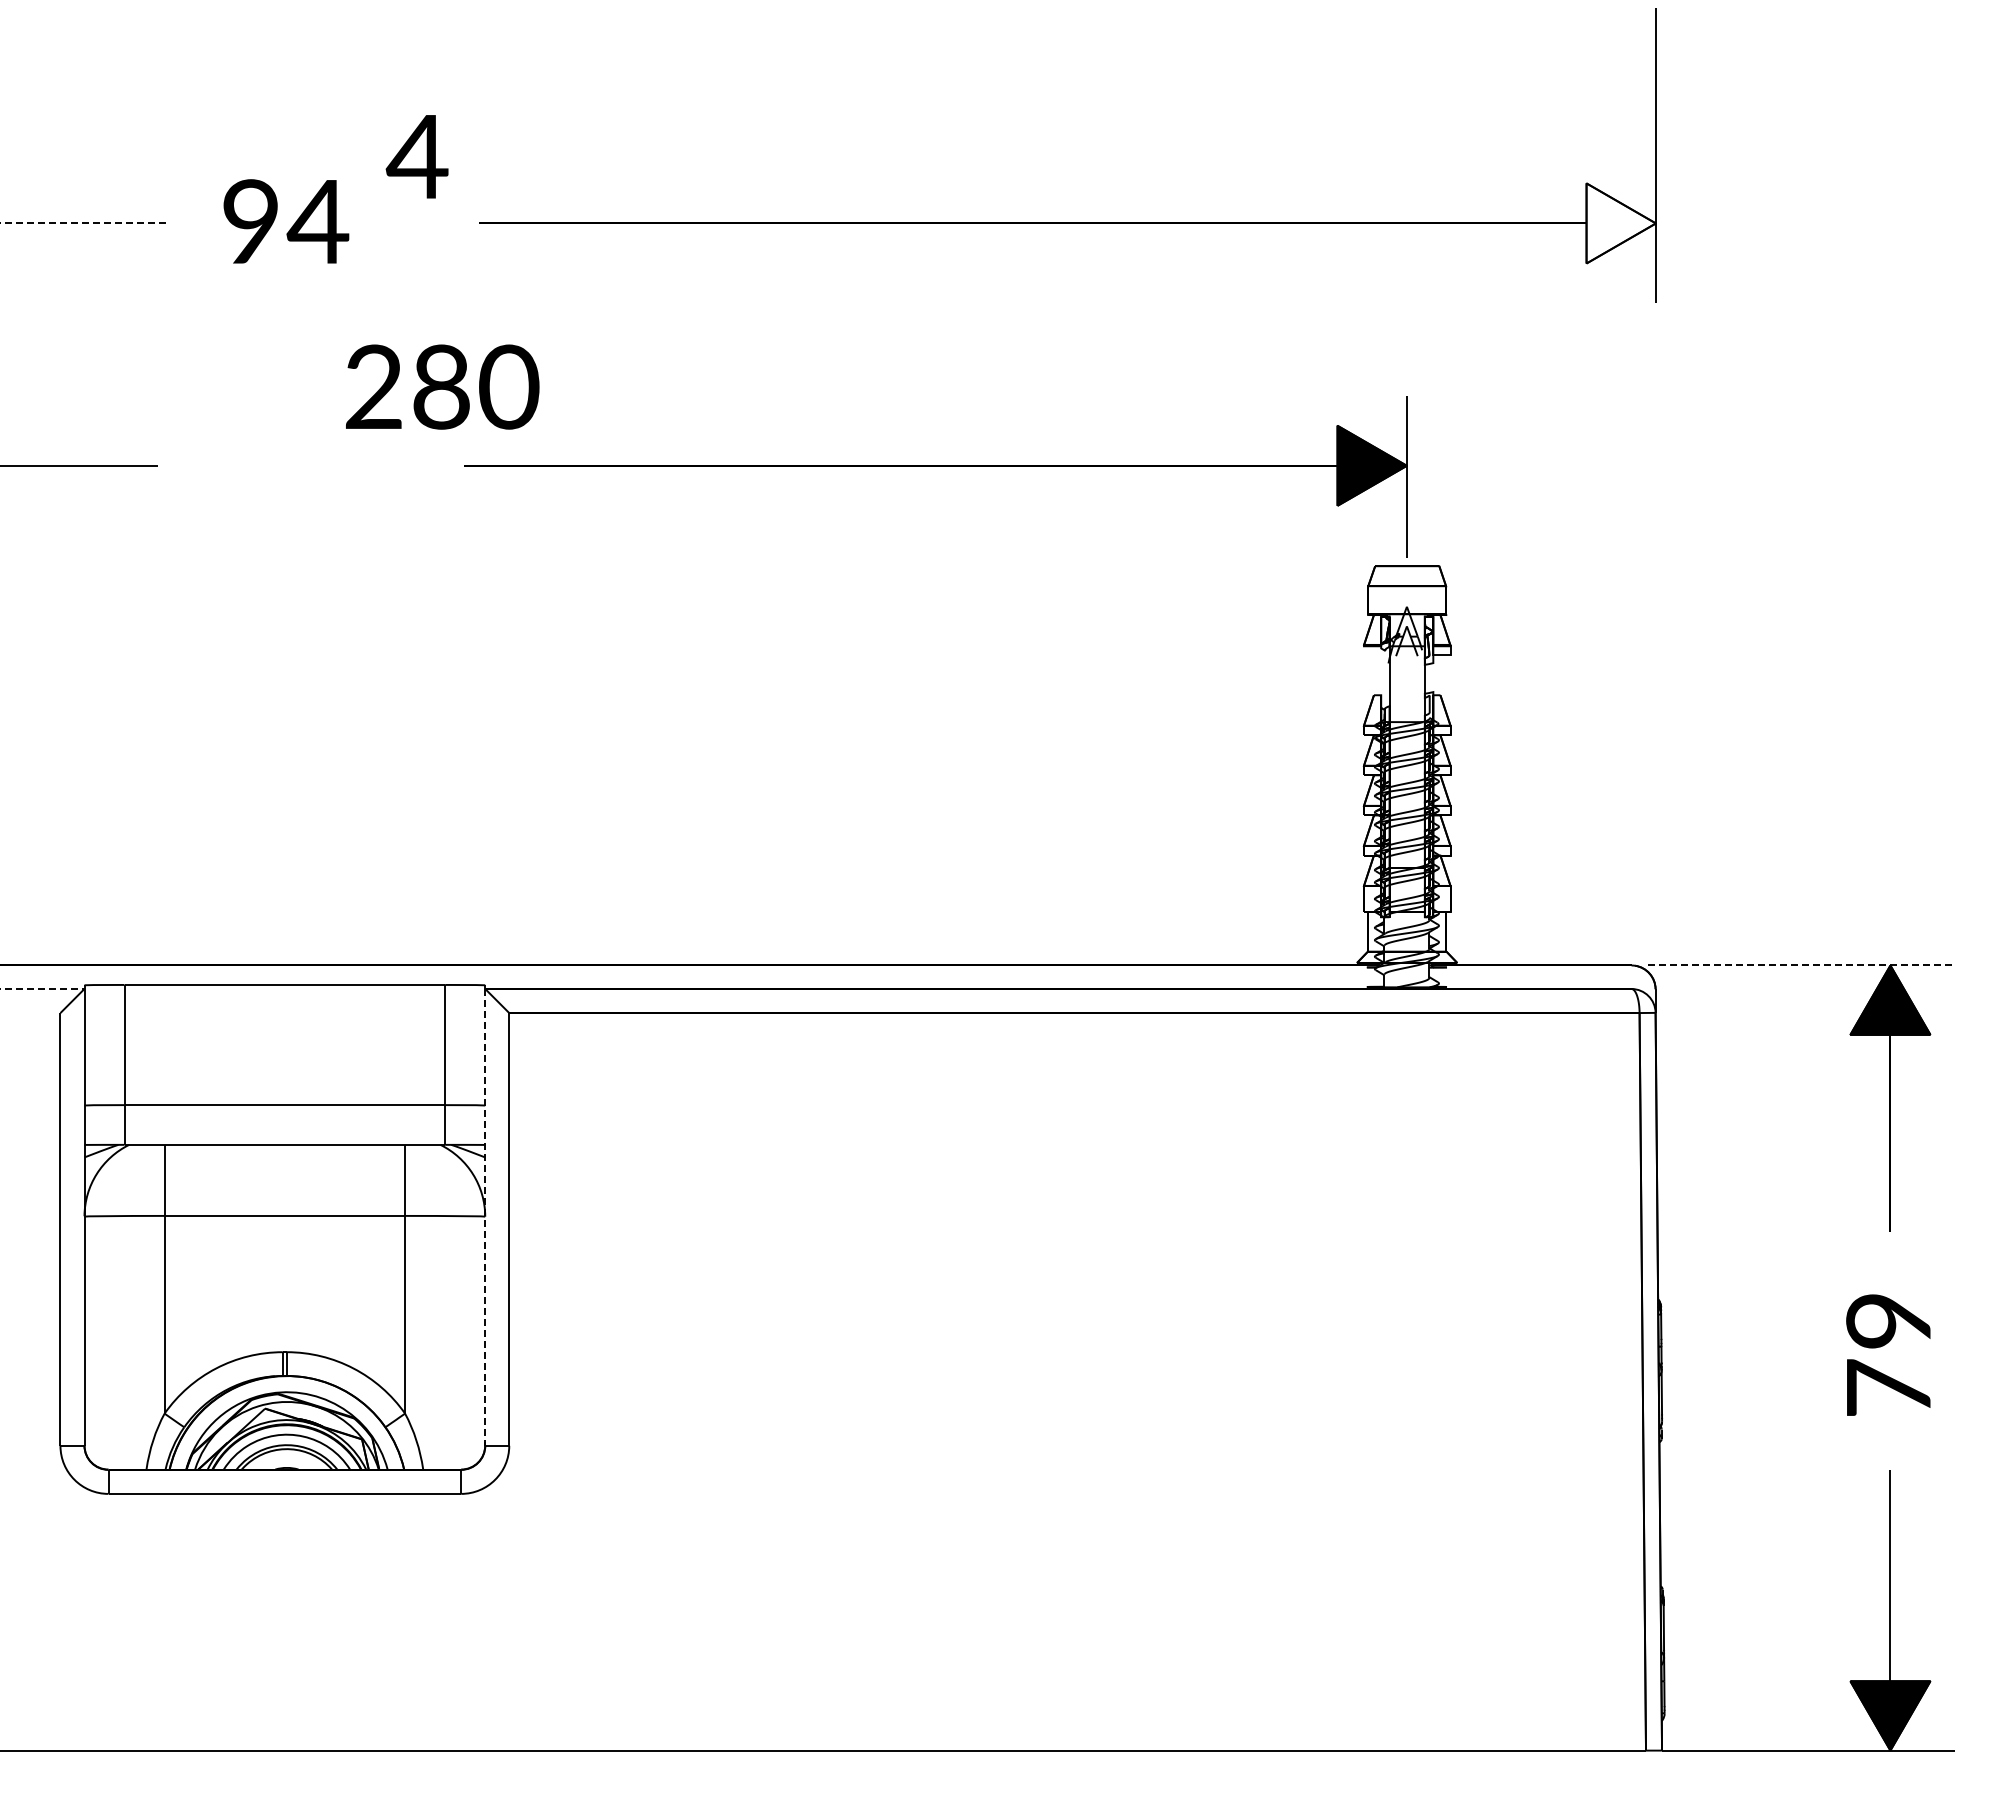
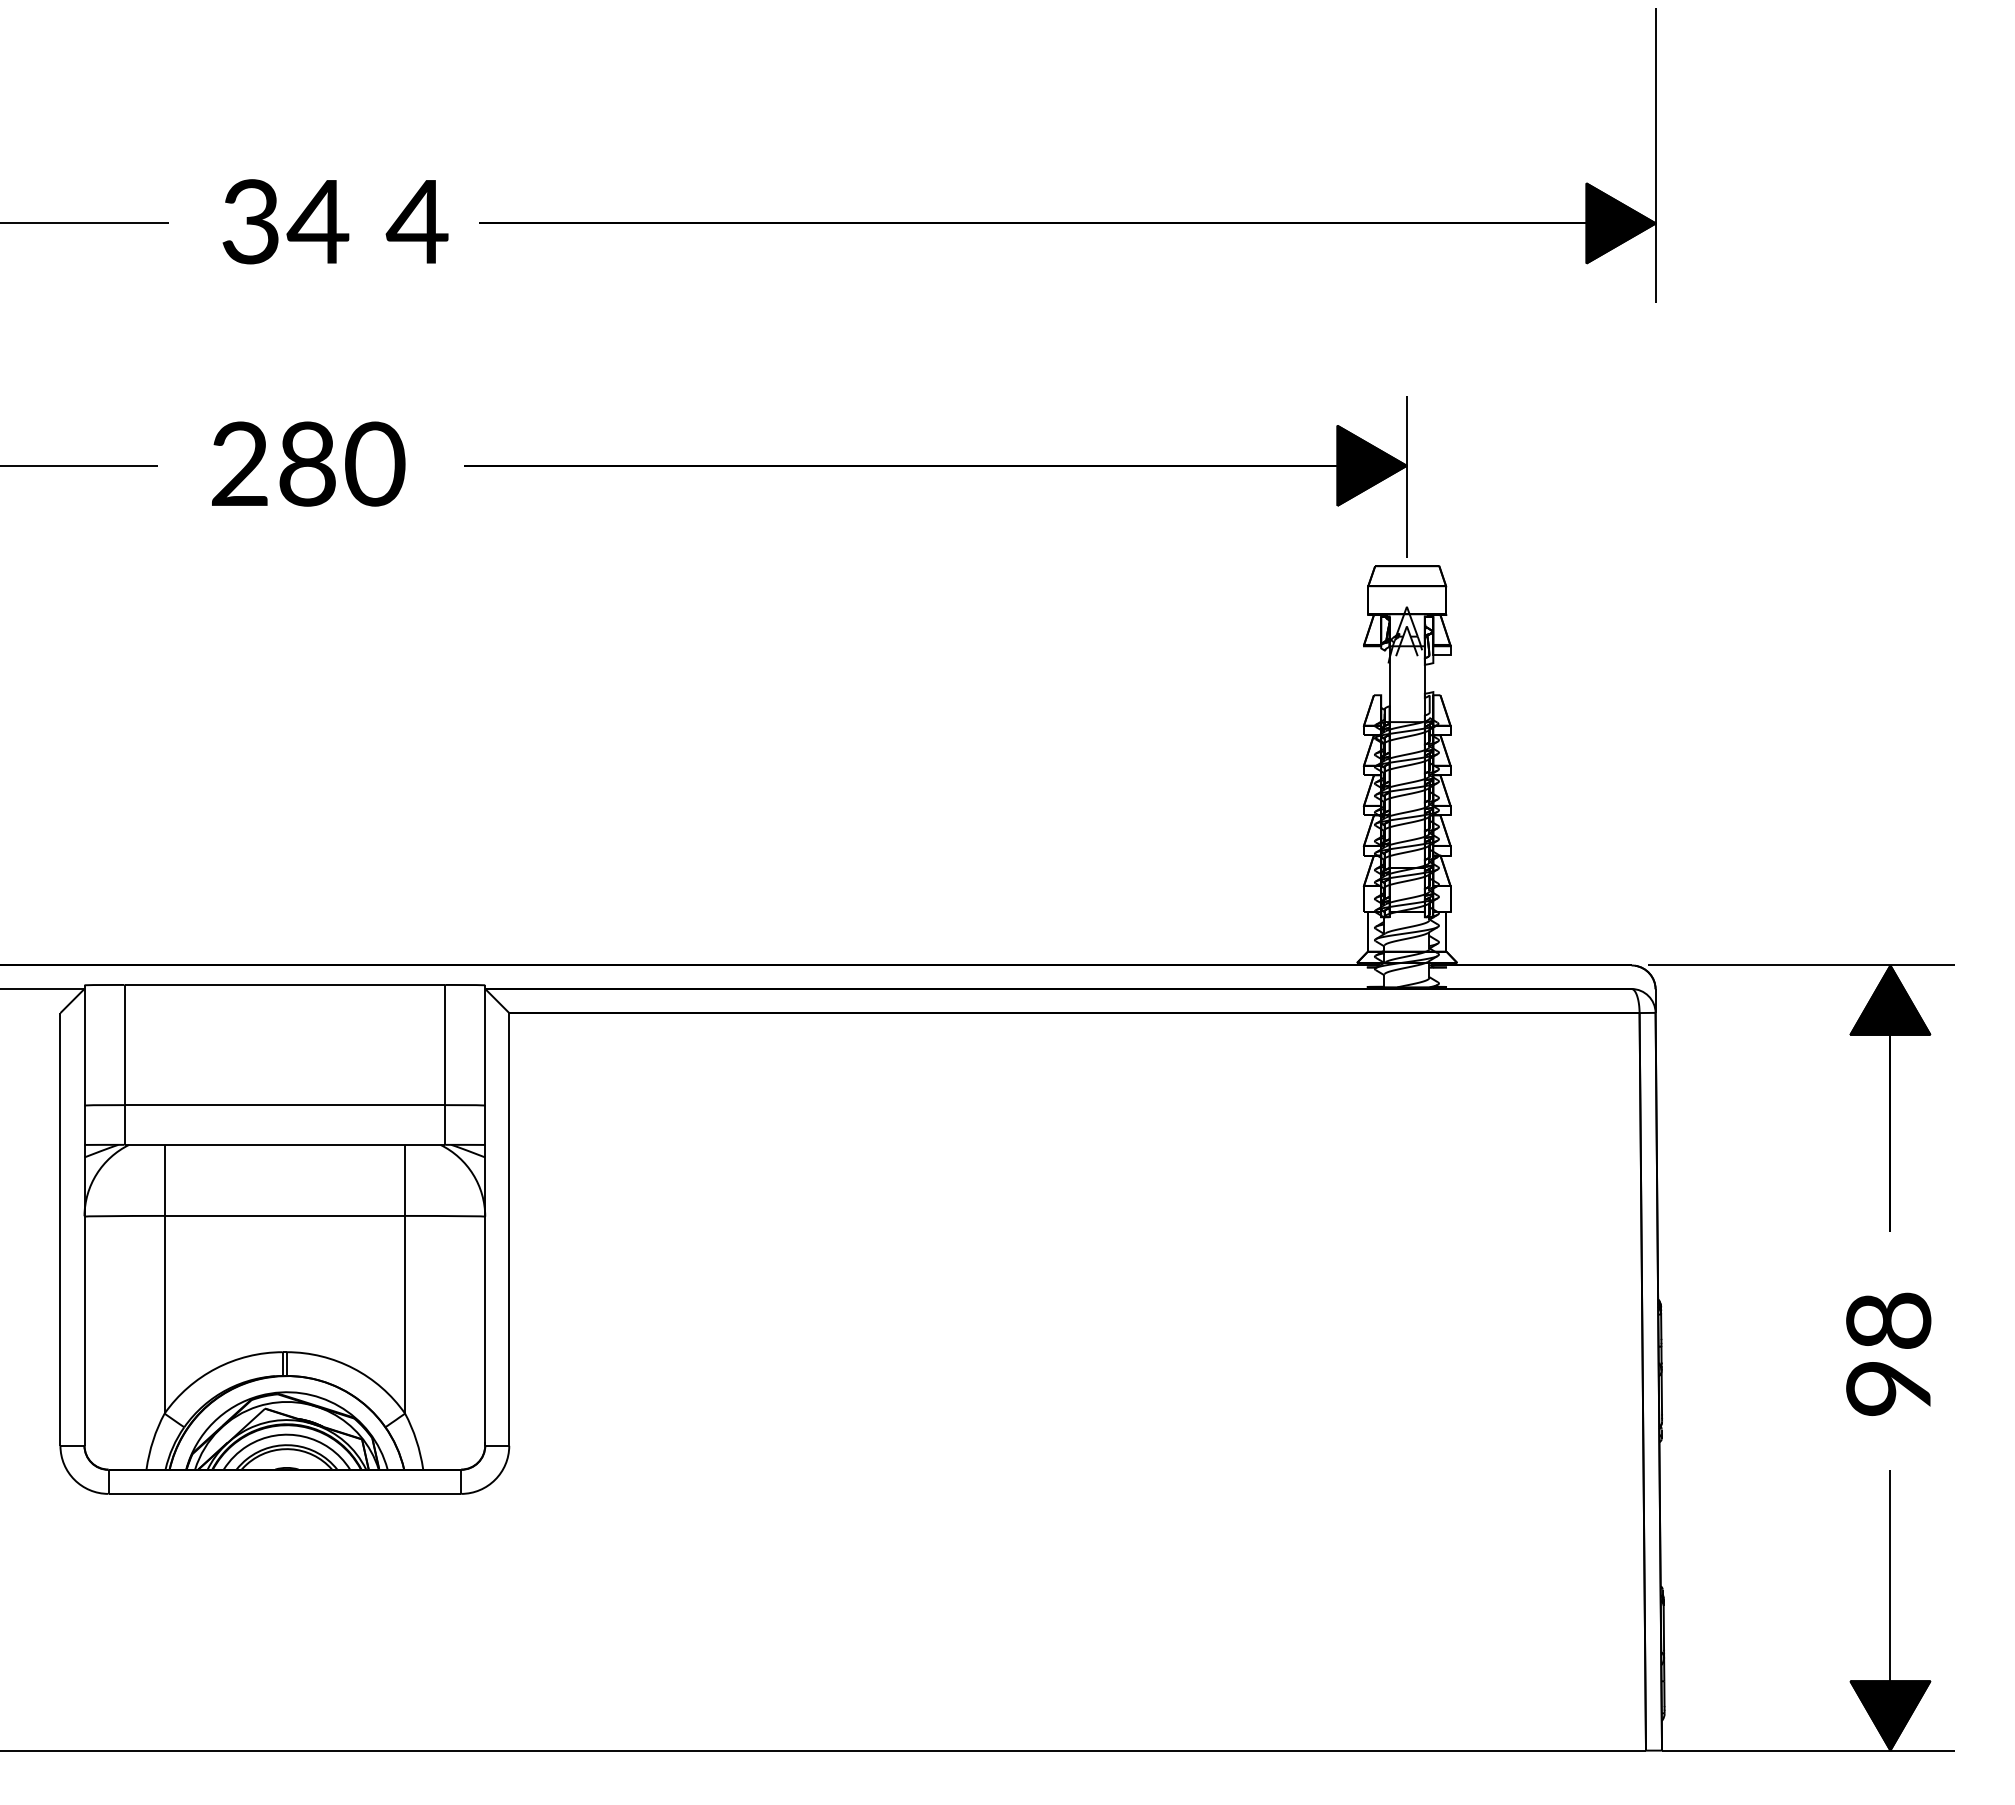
text at (416, 156) position: (416, 156) -> (416, 221)
text at (250, 221): 94 -> 34
line at (85, 223): dashed -> solid
fill at (1620, 223): none -> present
text at (442, 386) position: (442, 386) -> (308, 463)
line at (1801, 965): dashed -> solid
line at (42, 988): dashed -> solid
line at (485, 1217): dashed -> solid
text at (1888, 1353): 79 -> 98
